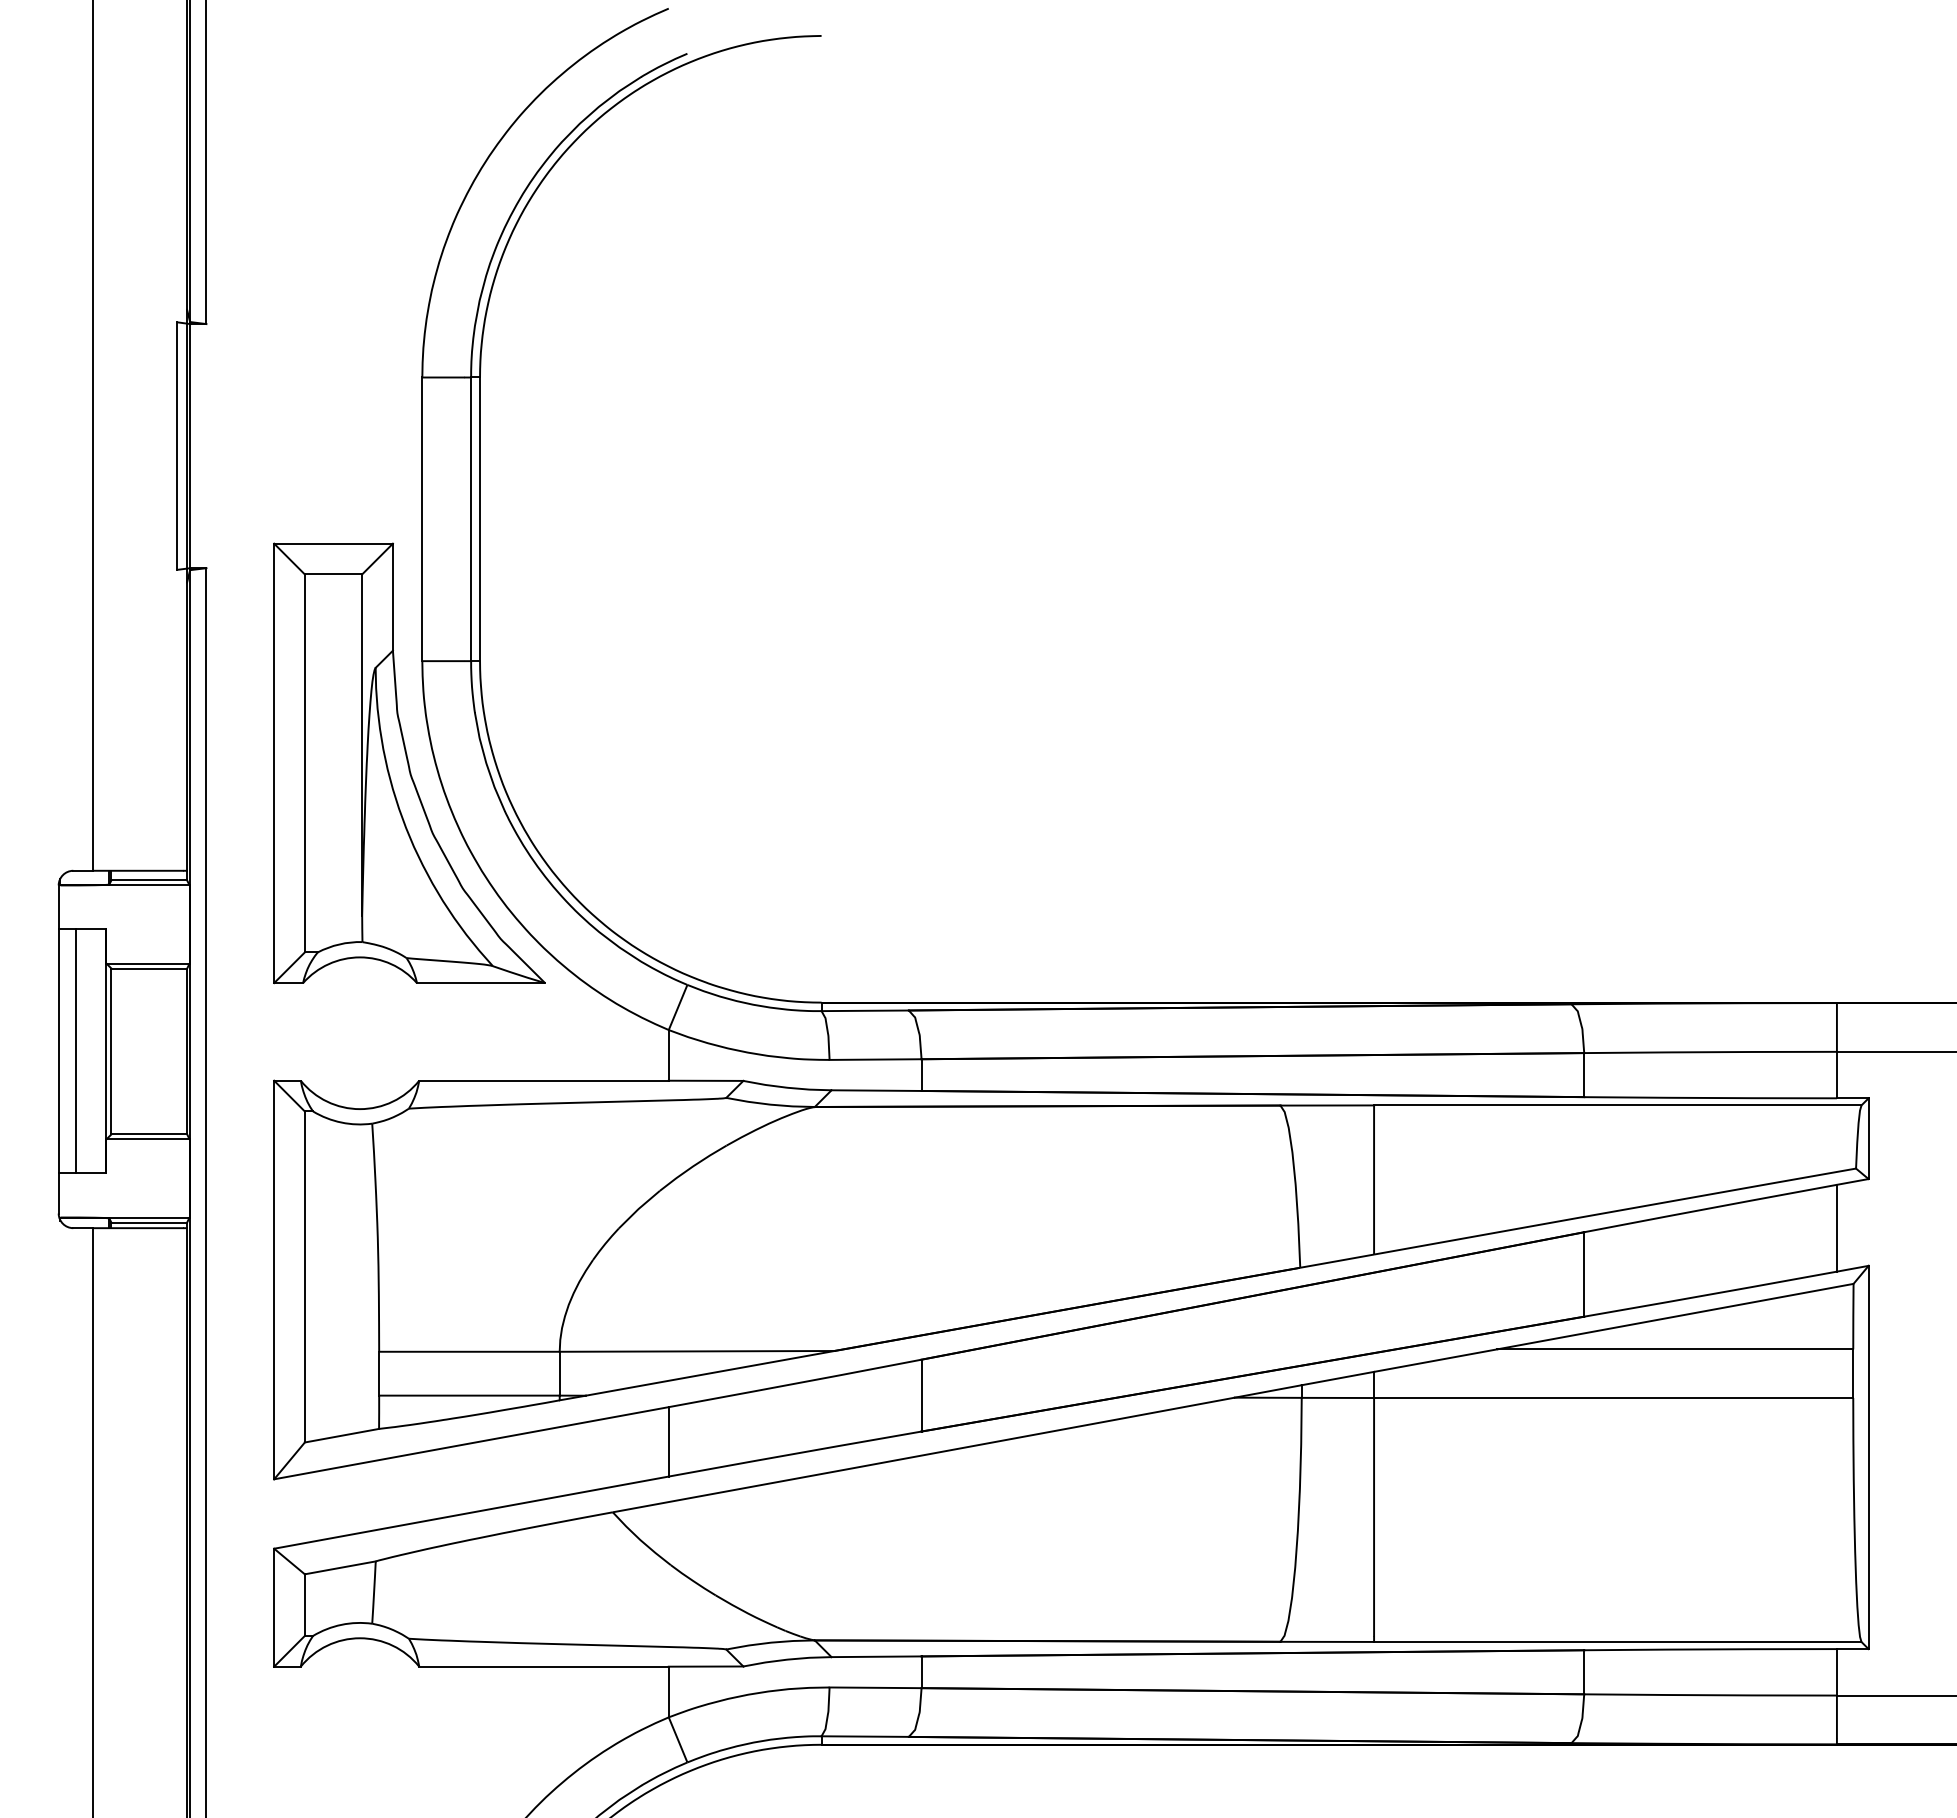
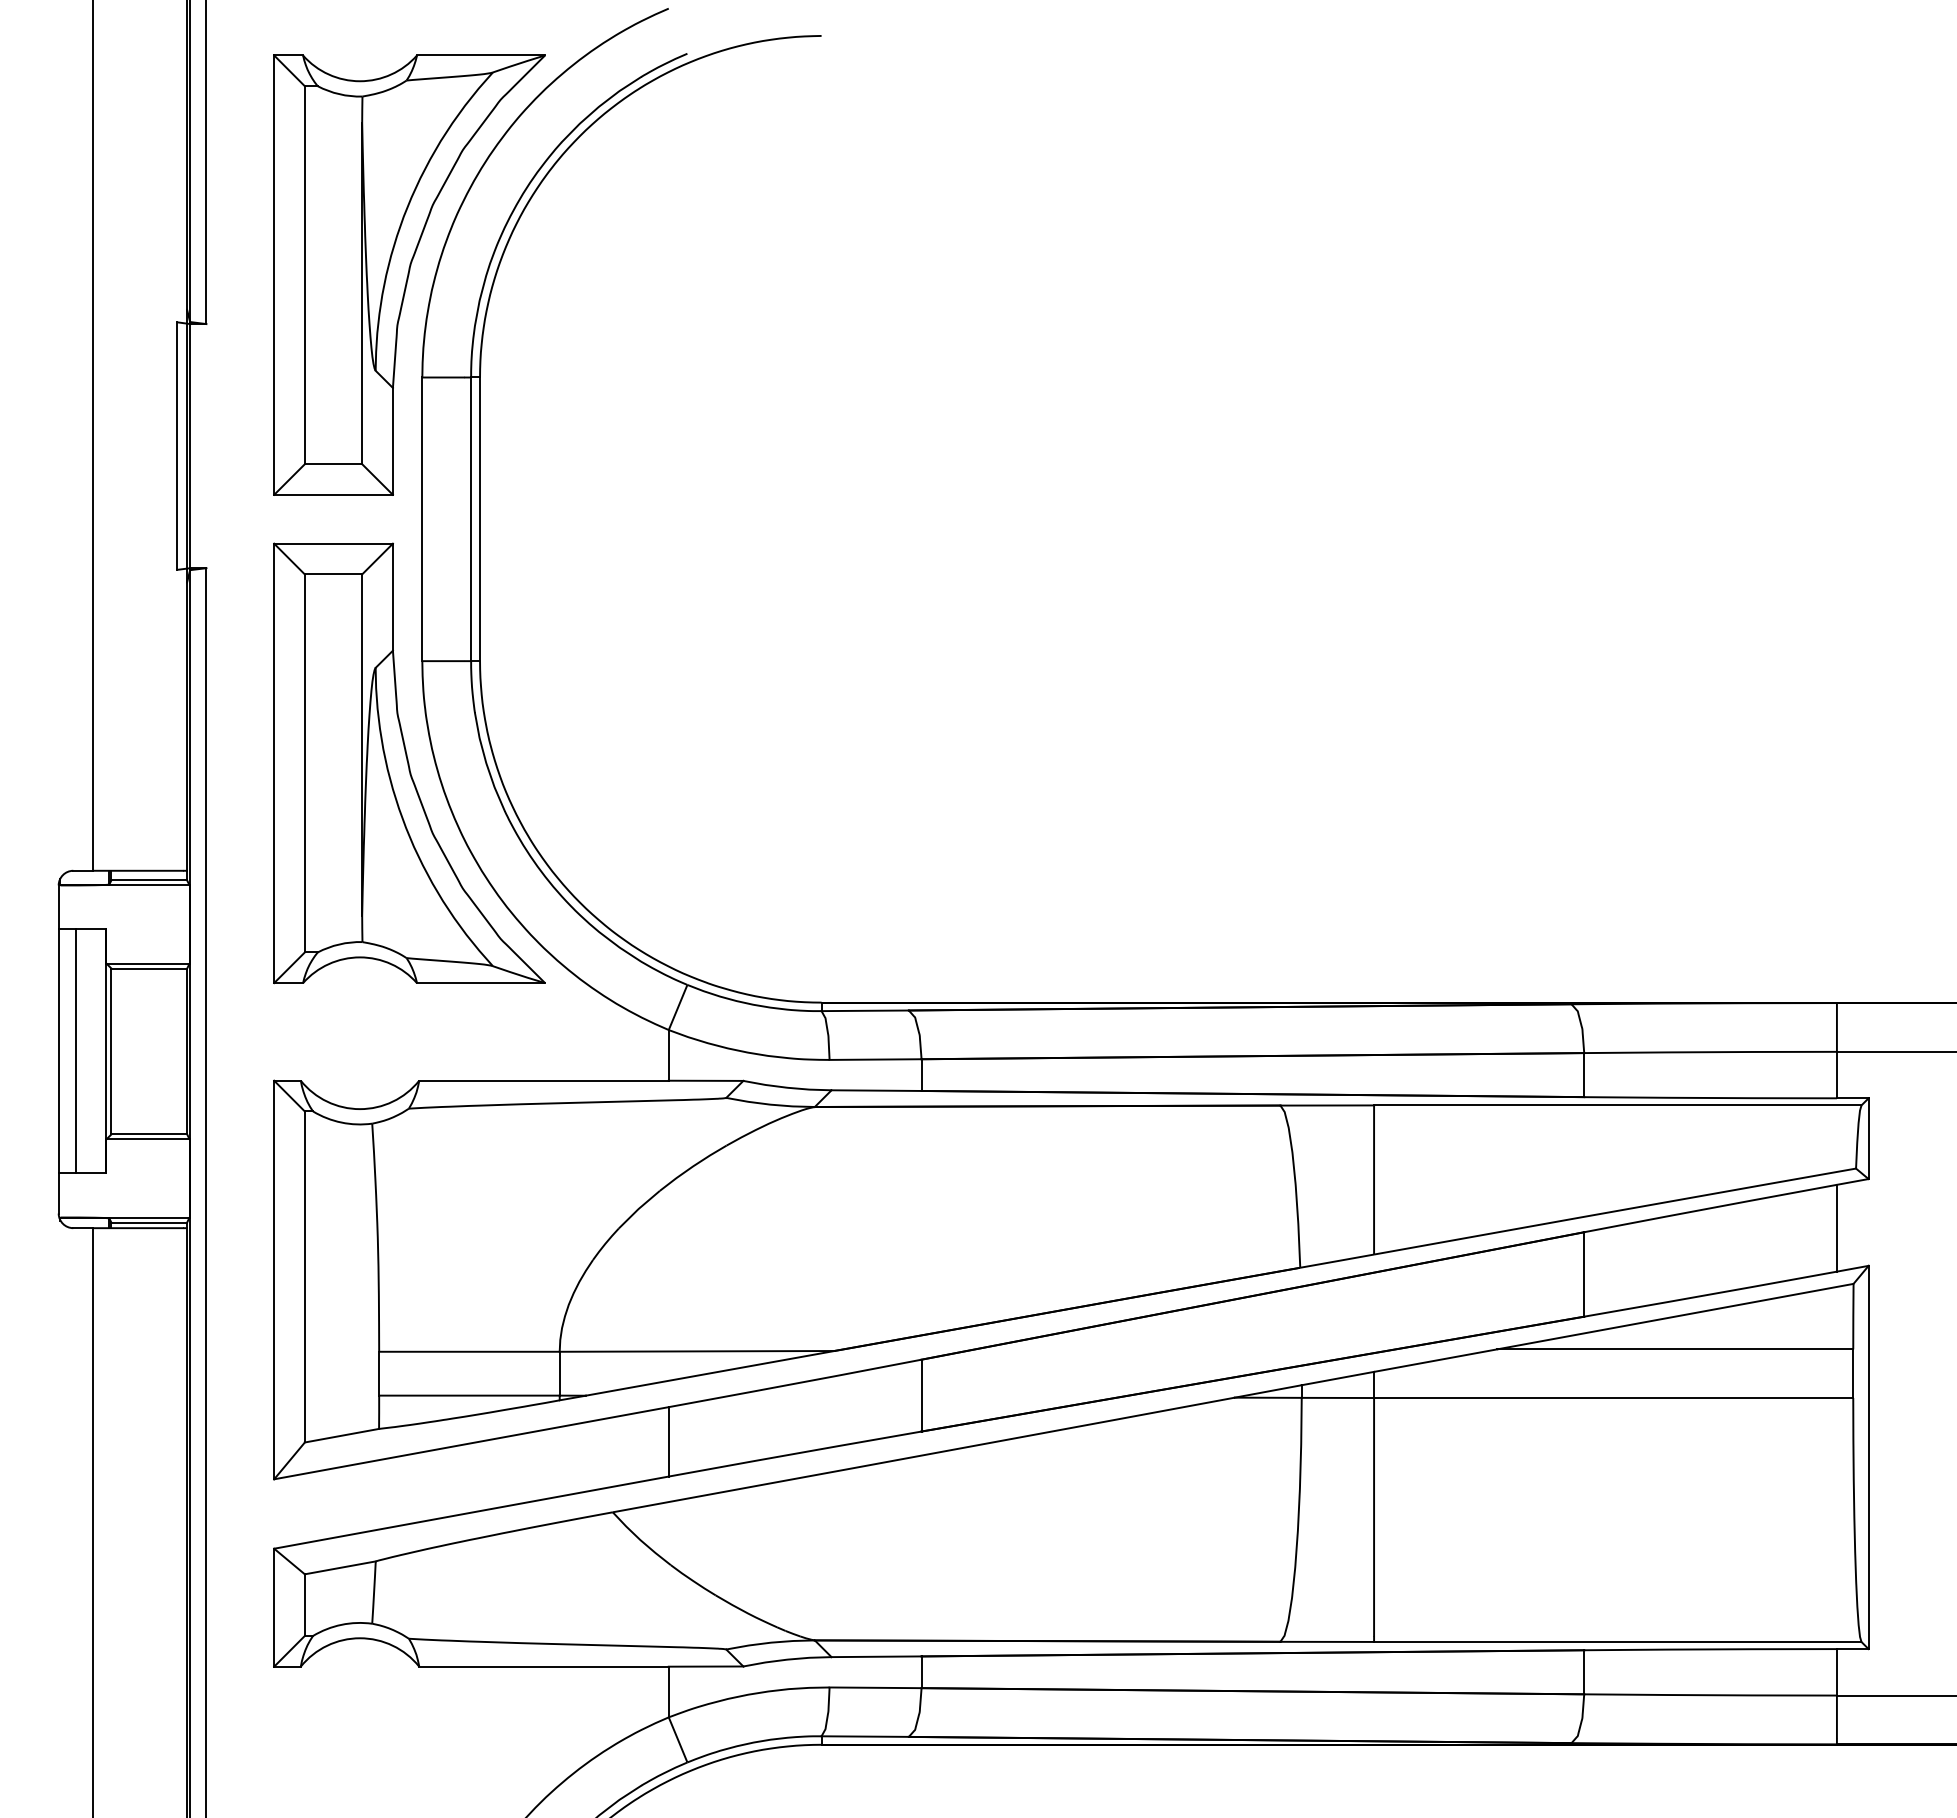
part at (409, 274): none -> present
